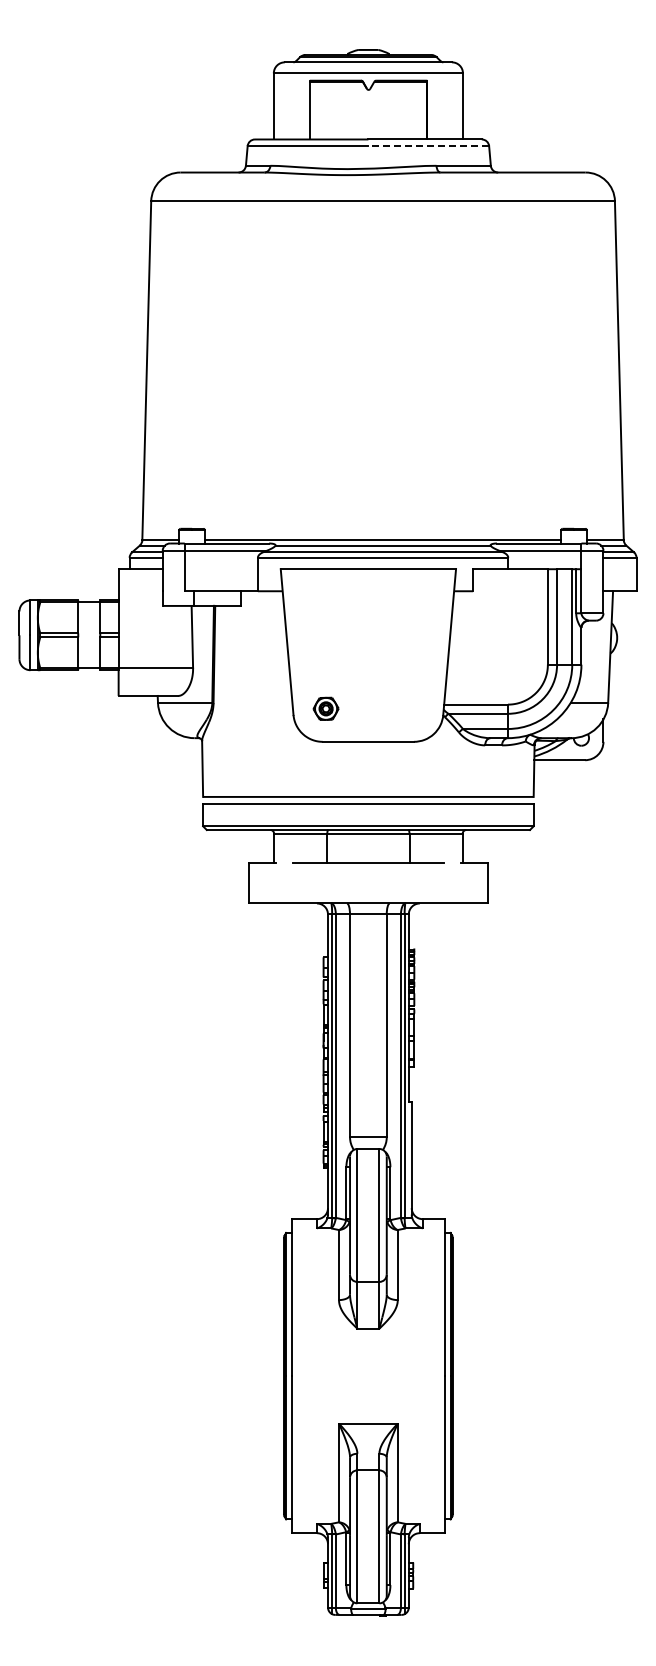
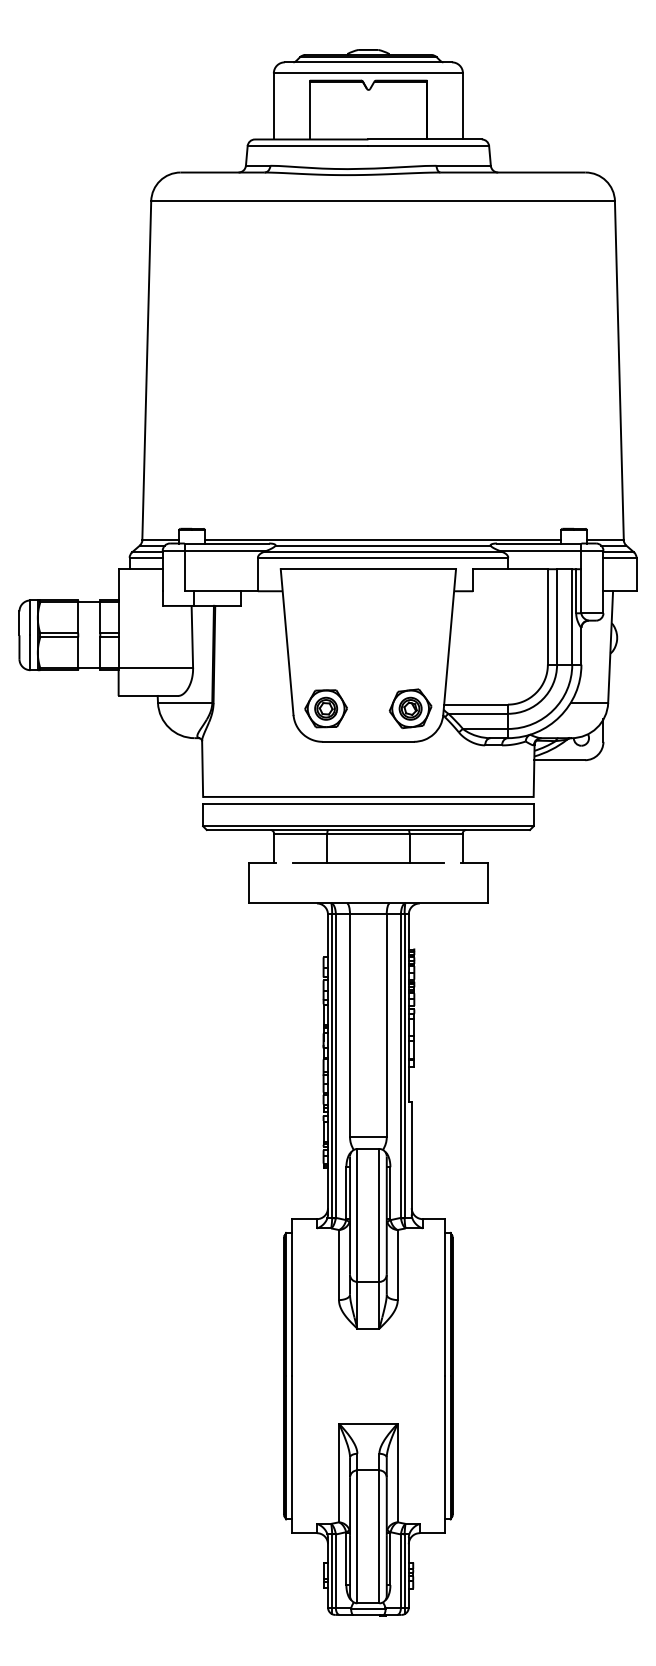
line at (428, 146): dashed -> solid
part at (325, 708) size: 28x25 px -> 44x40 px
part at (410, 708): none -> present
